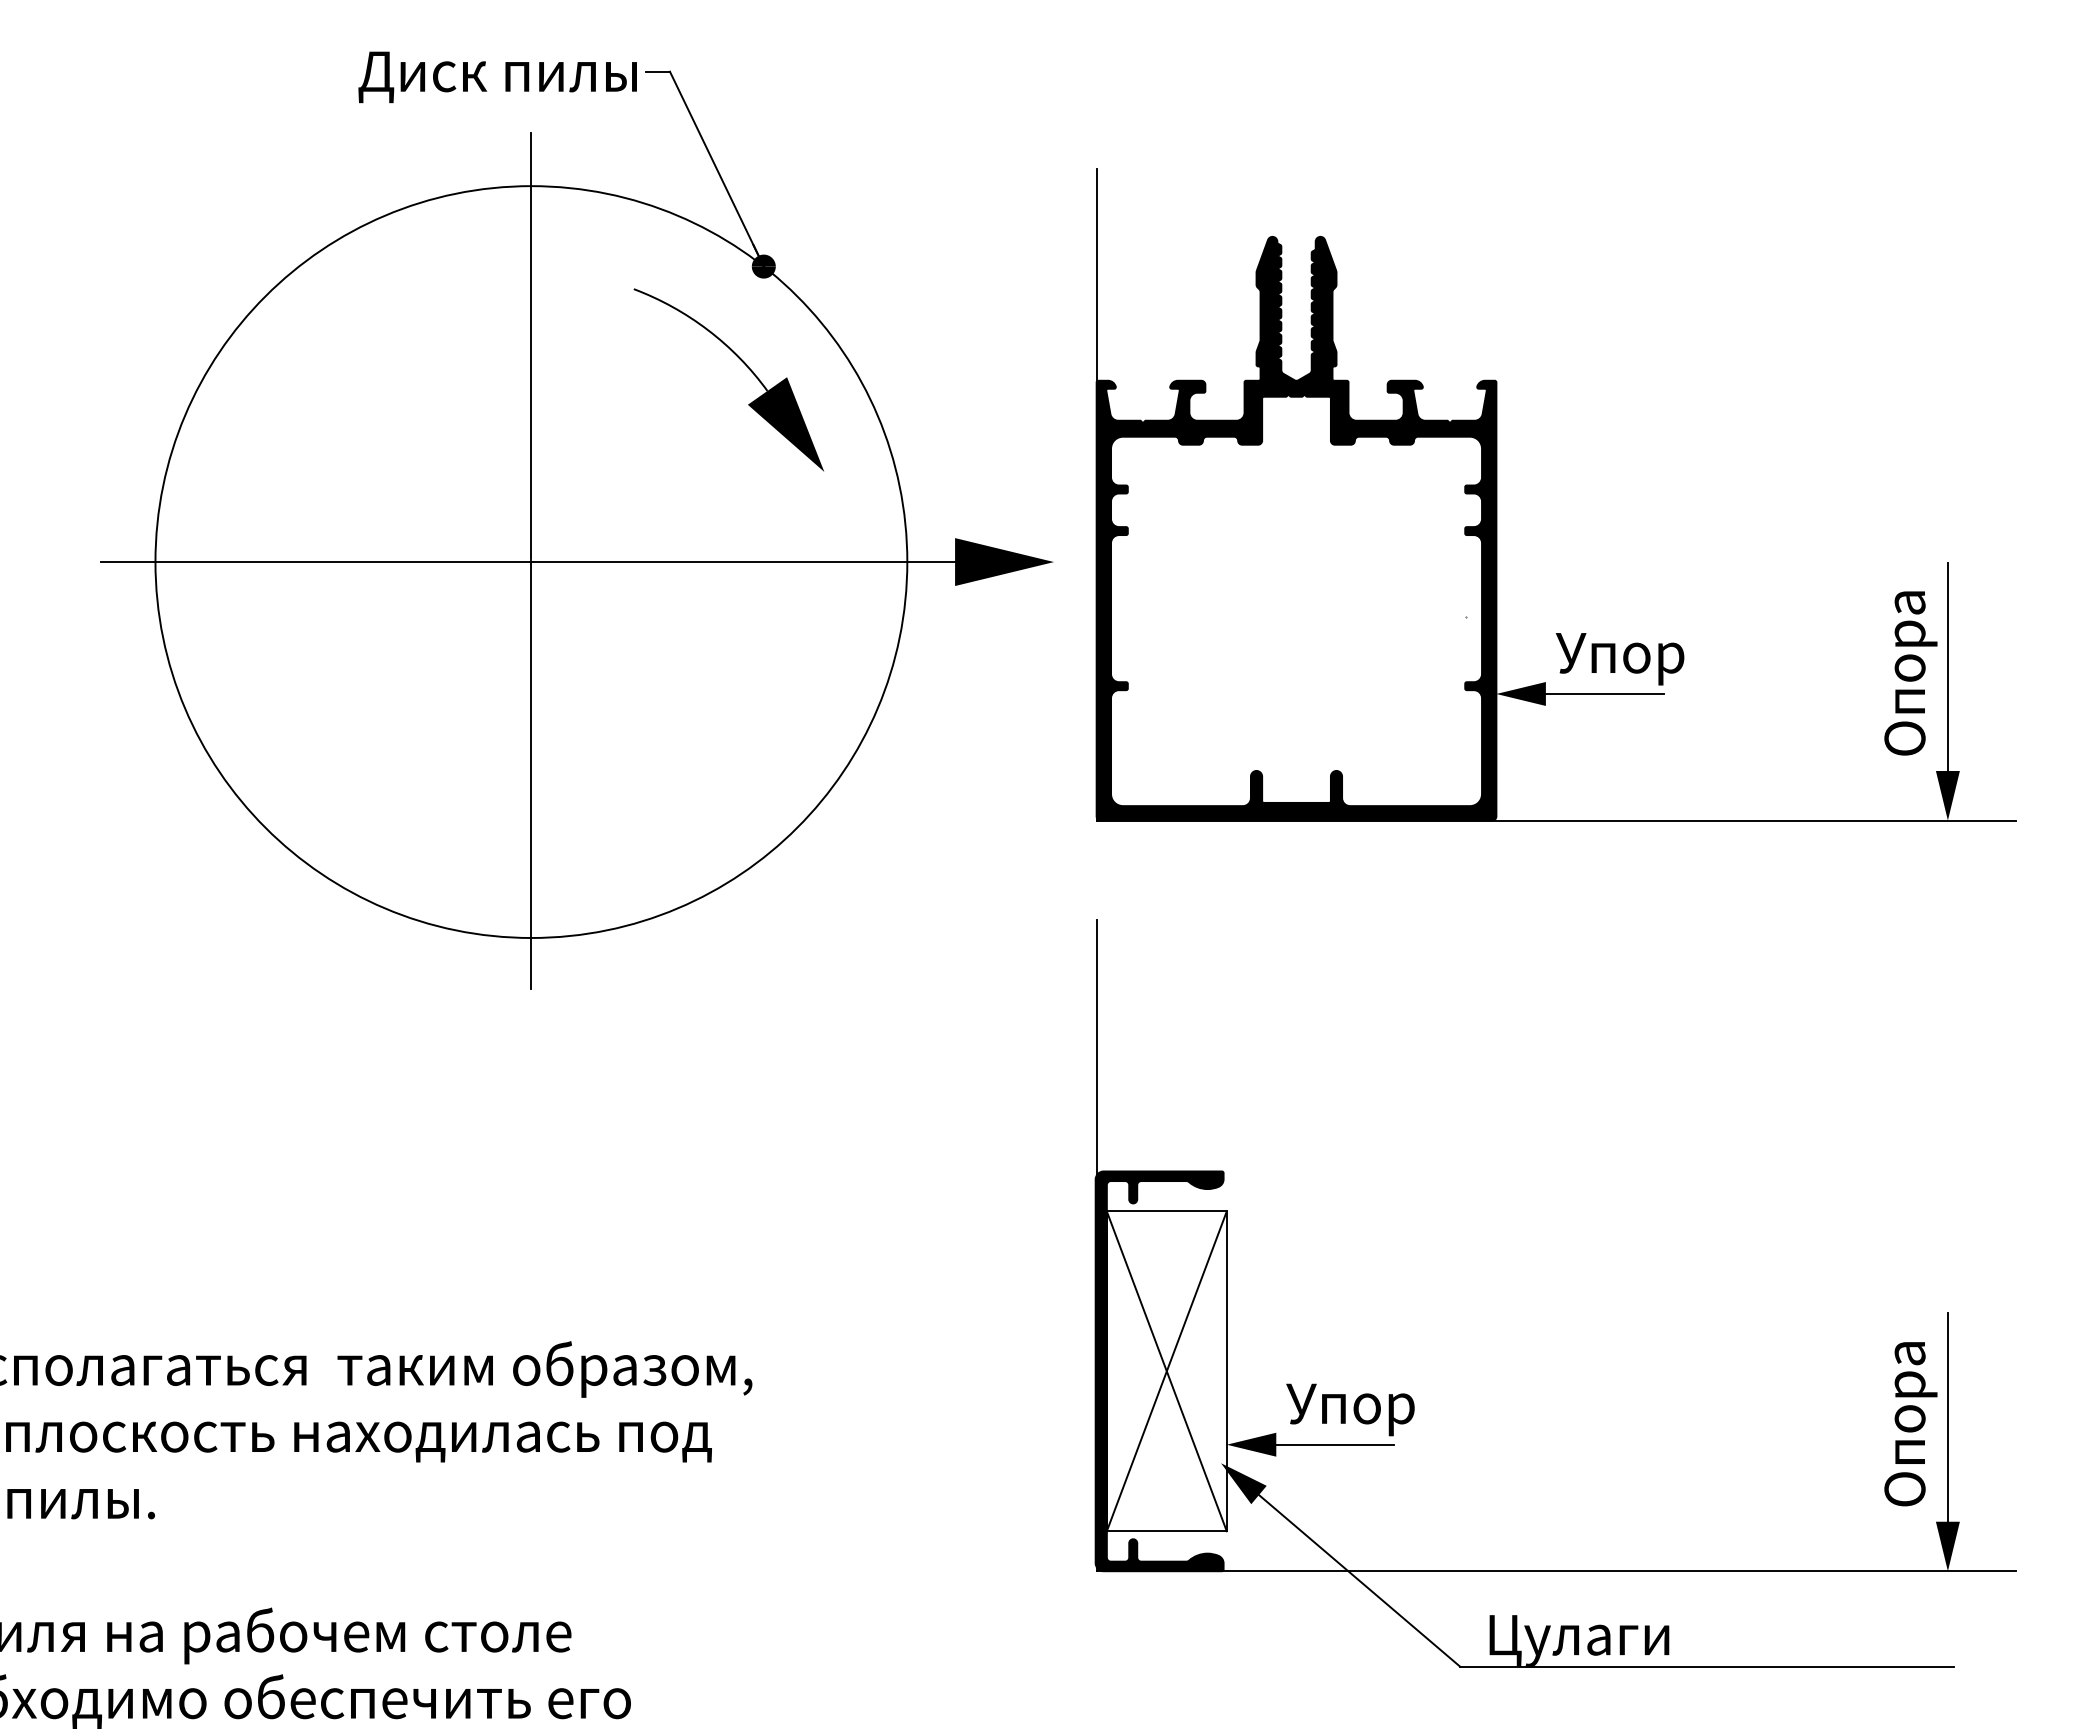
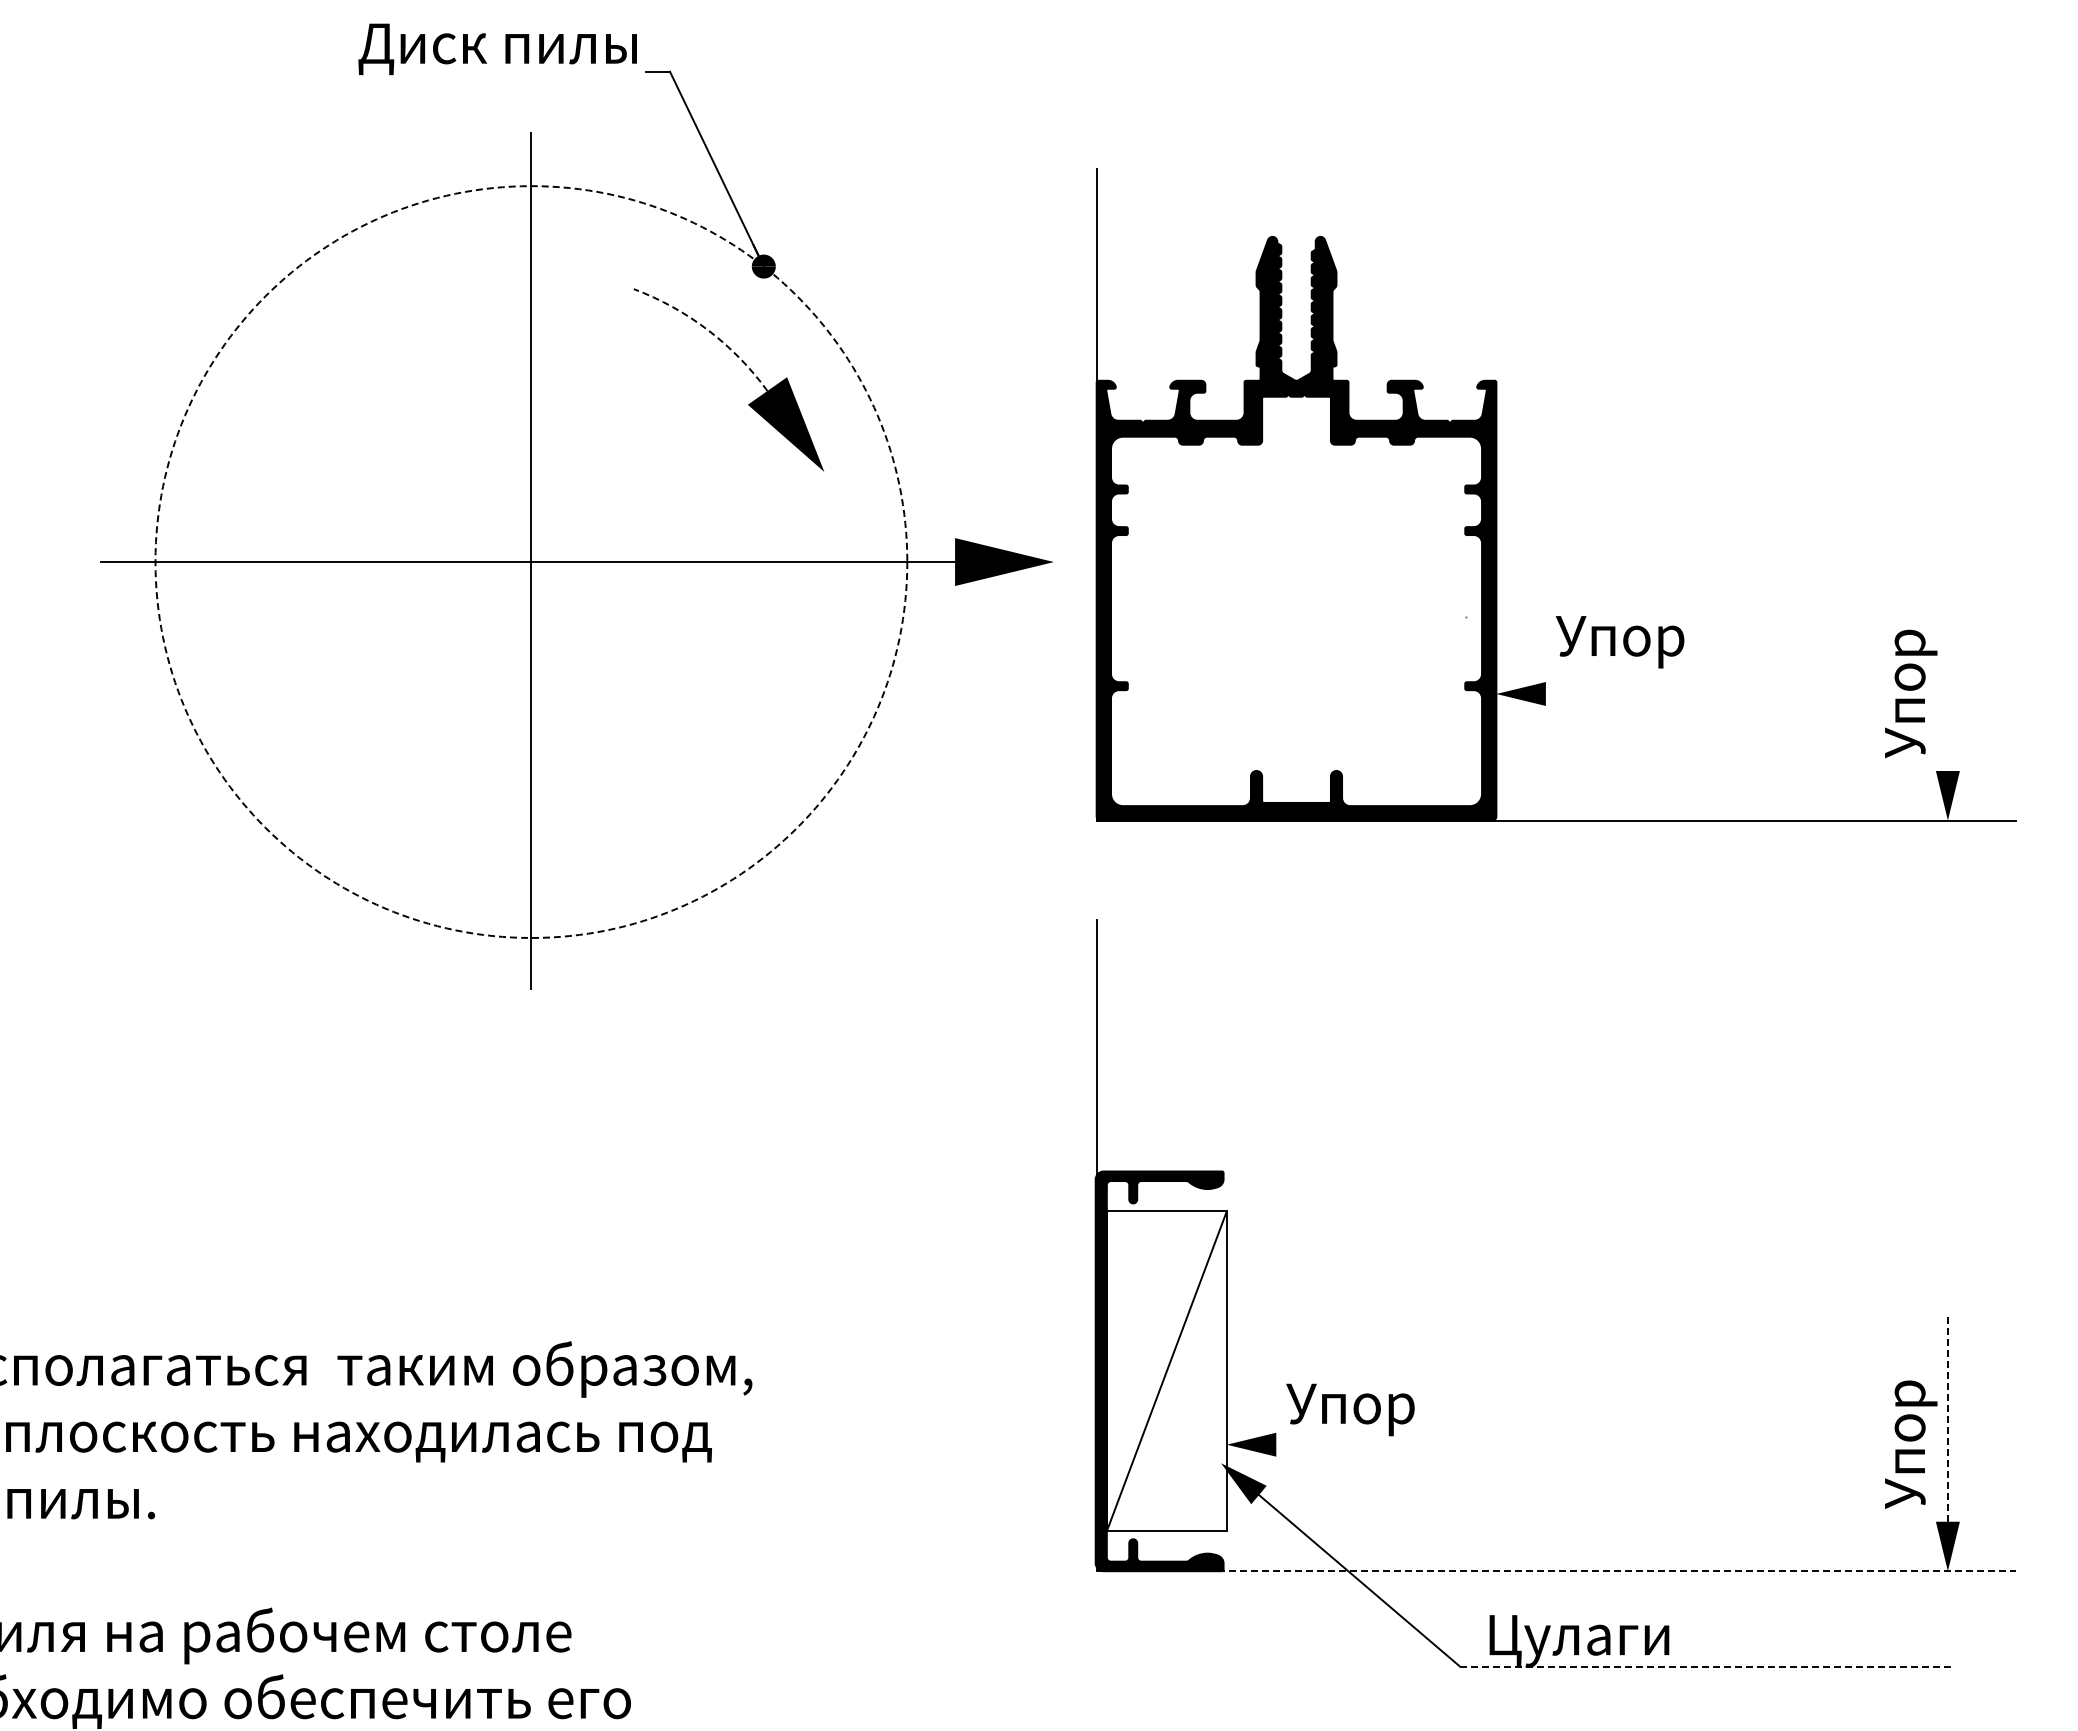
text at (497, 77) position: (497, 77) -> (497, 49)
arc at (708, 330): solid -> dashed
circle at (531, 561): solid -> dashed
text at (1619, 659) position: (1619, 659) -> (1619, 642)
line at (1947, 666): present -> none
text at (1910, 674): Опора -> Упор
line at (1604, 693): present -> none
line at (1166, 1371): present -> none
line at (1947, 1417): solid -> dashed
text at (1910, 1425): Опора -> Упор
line at (1335, 1444): present -> none
line at (1556, 1571): solid -> dashed
line at (1707, 1666): solid -> dashed
